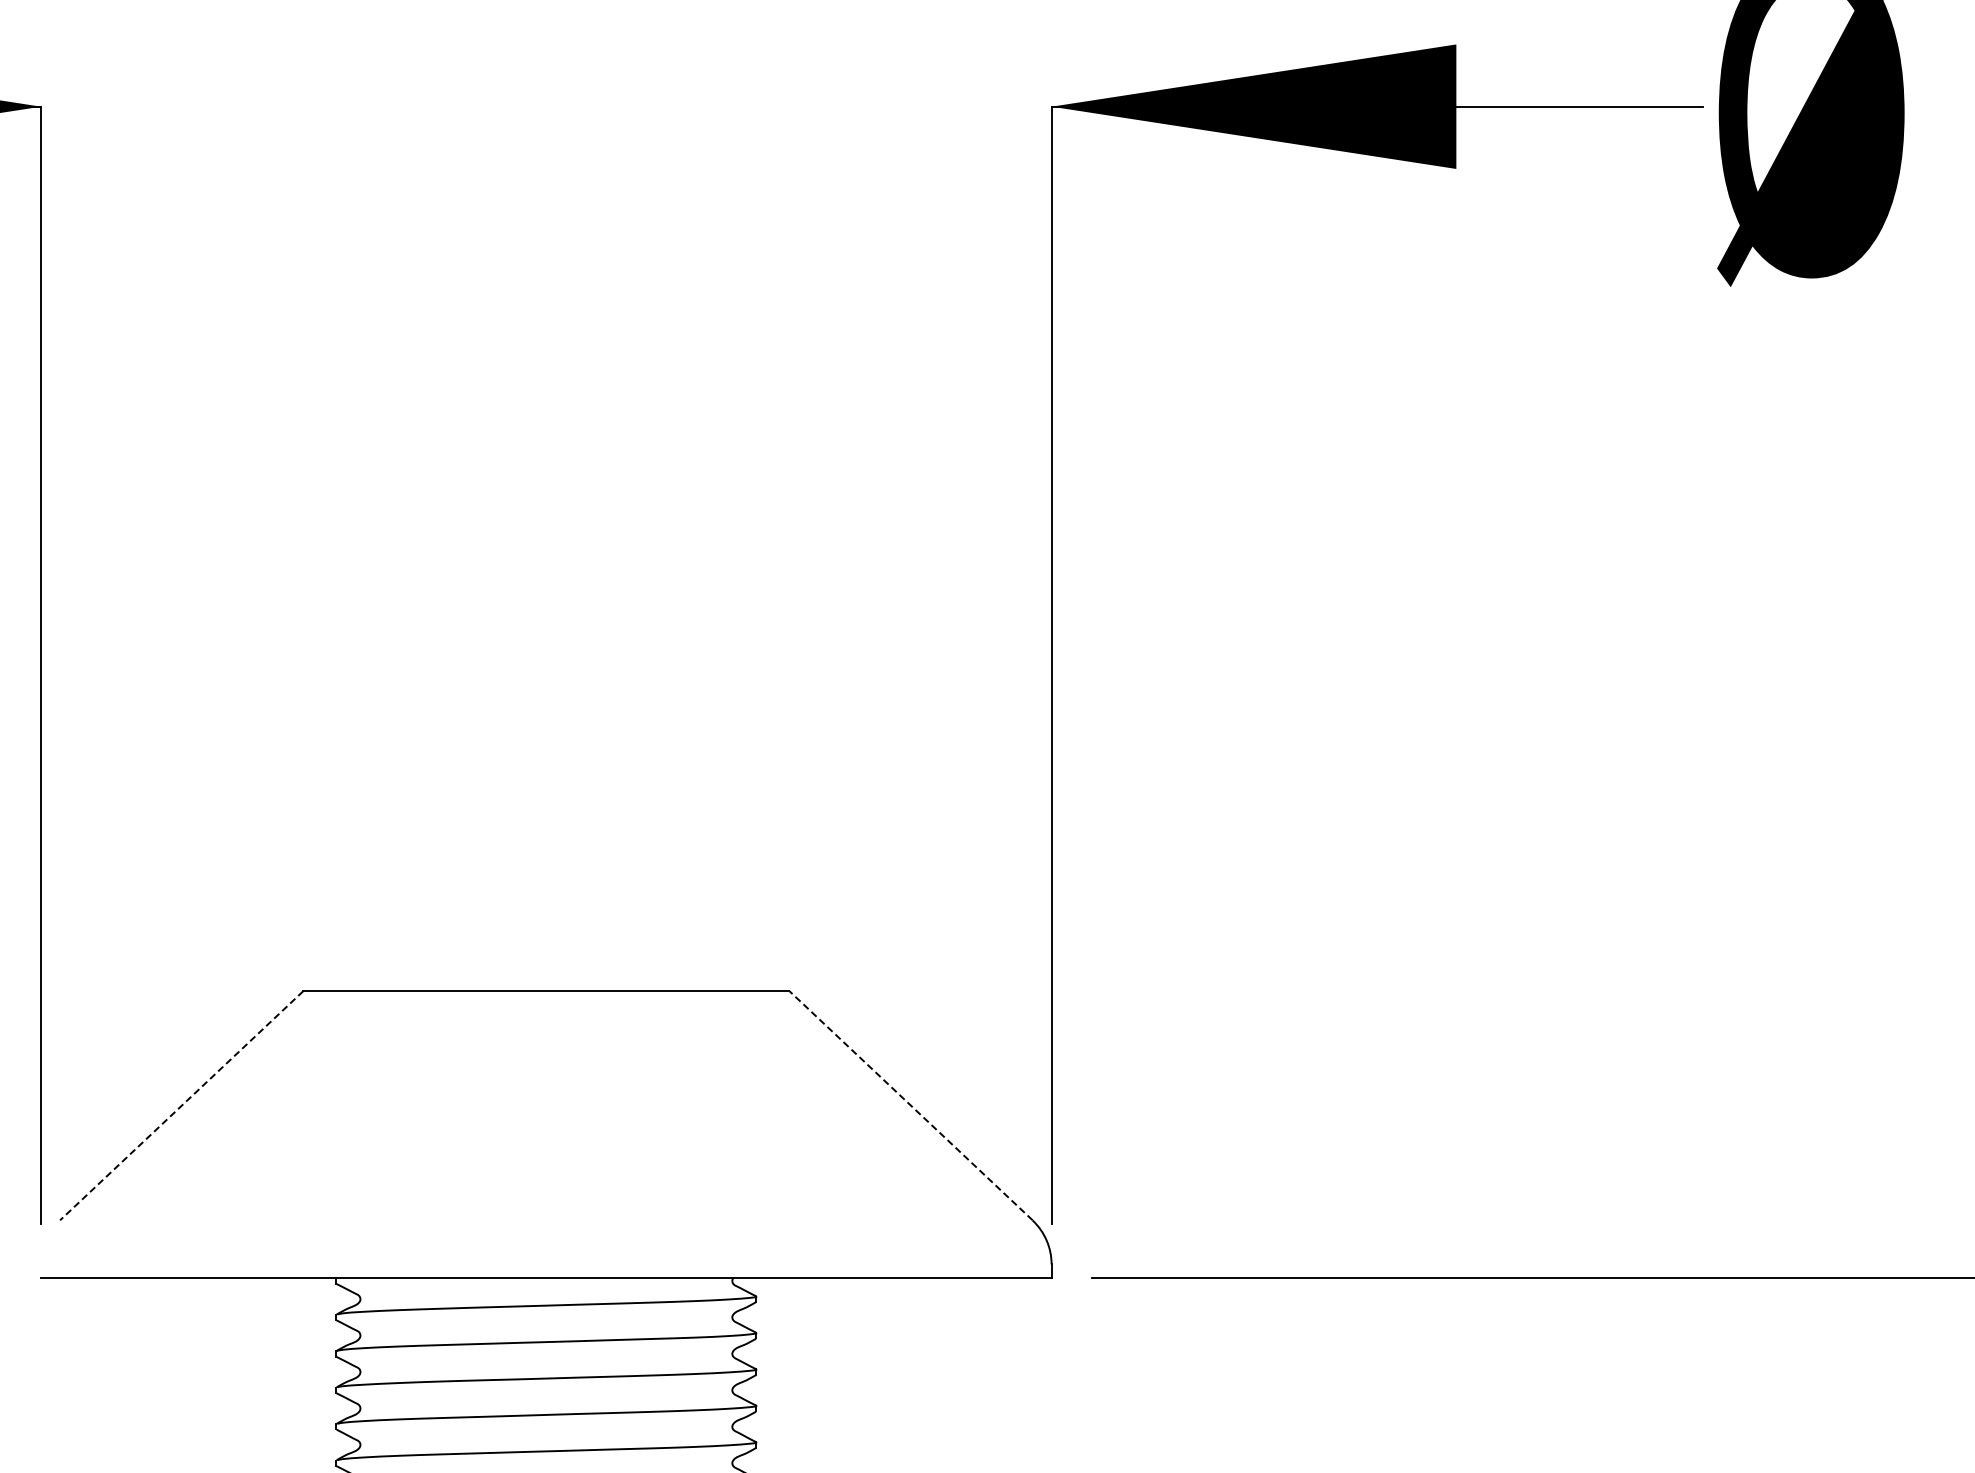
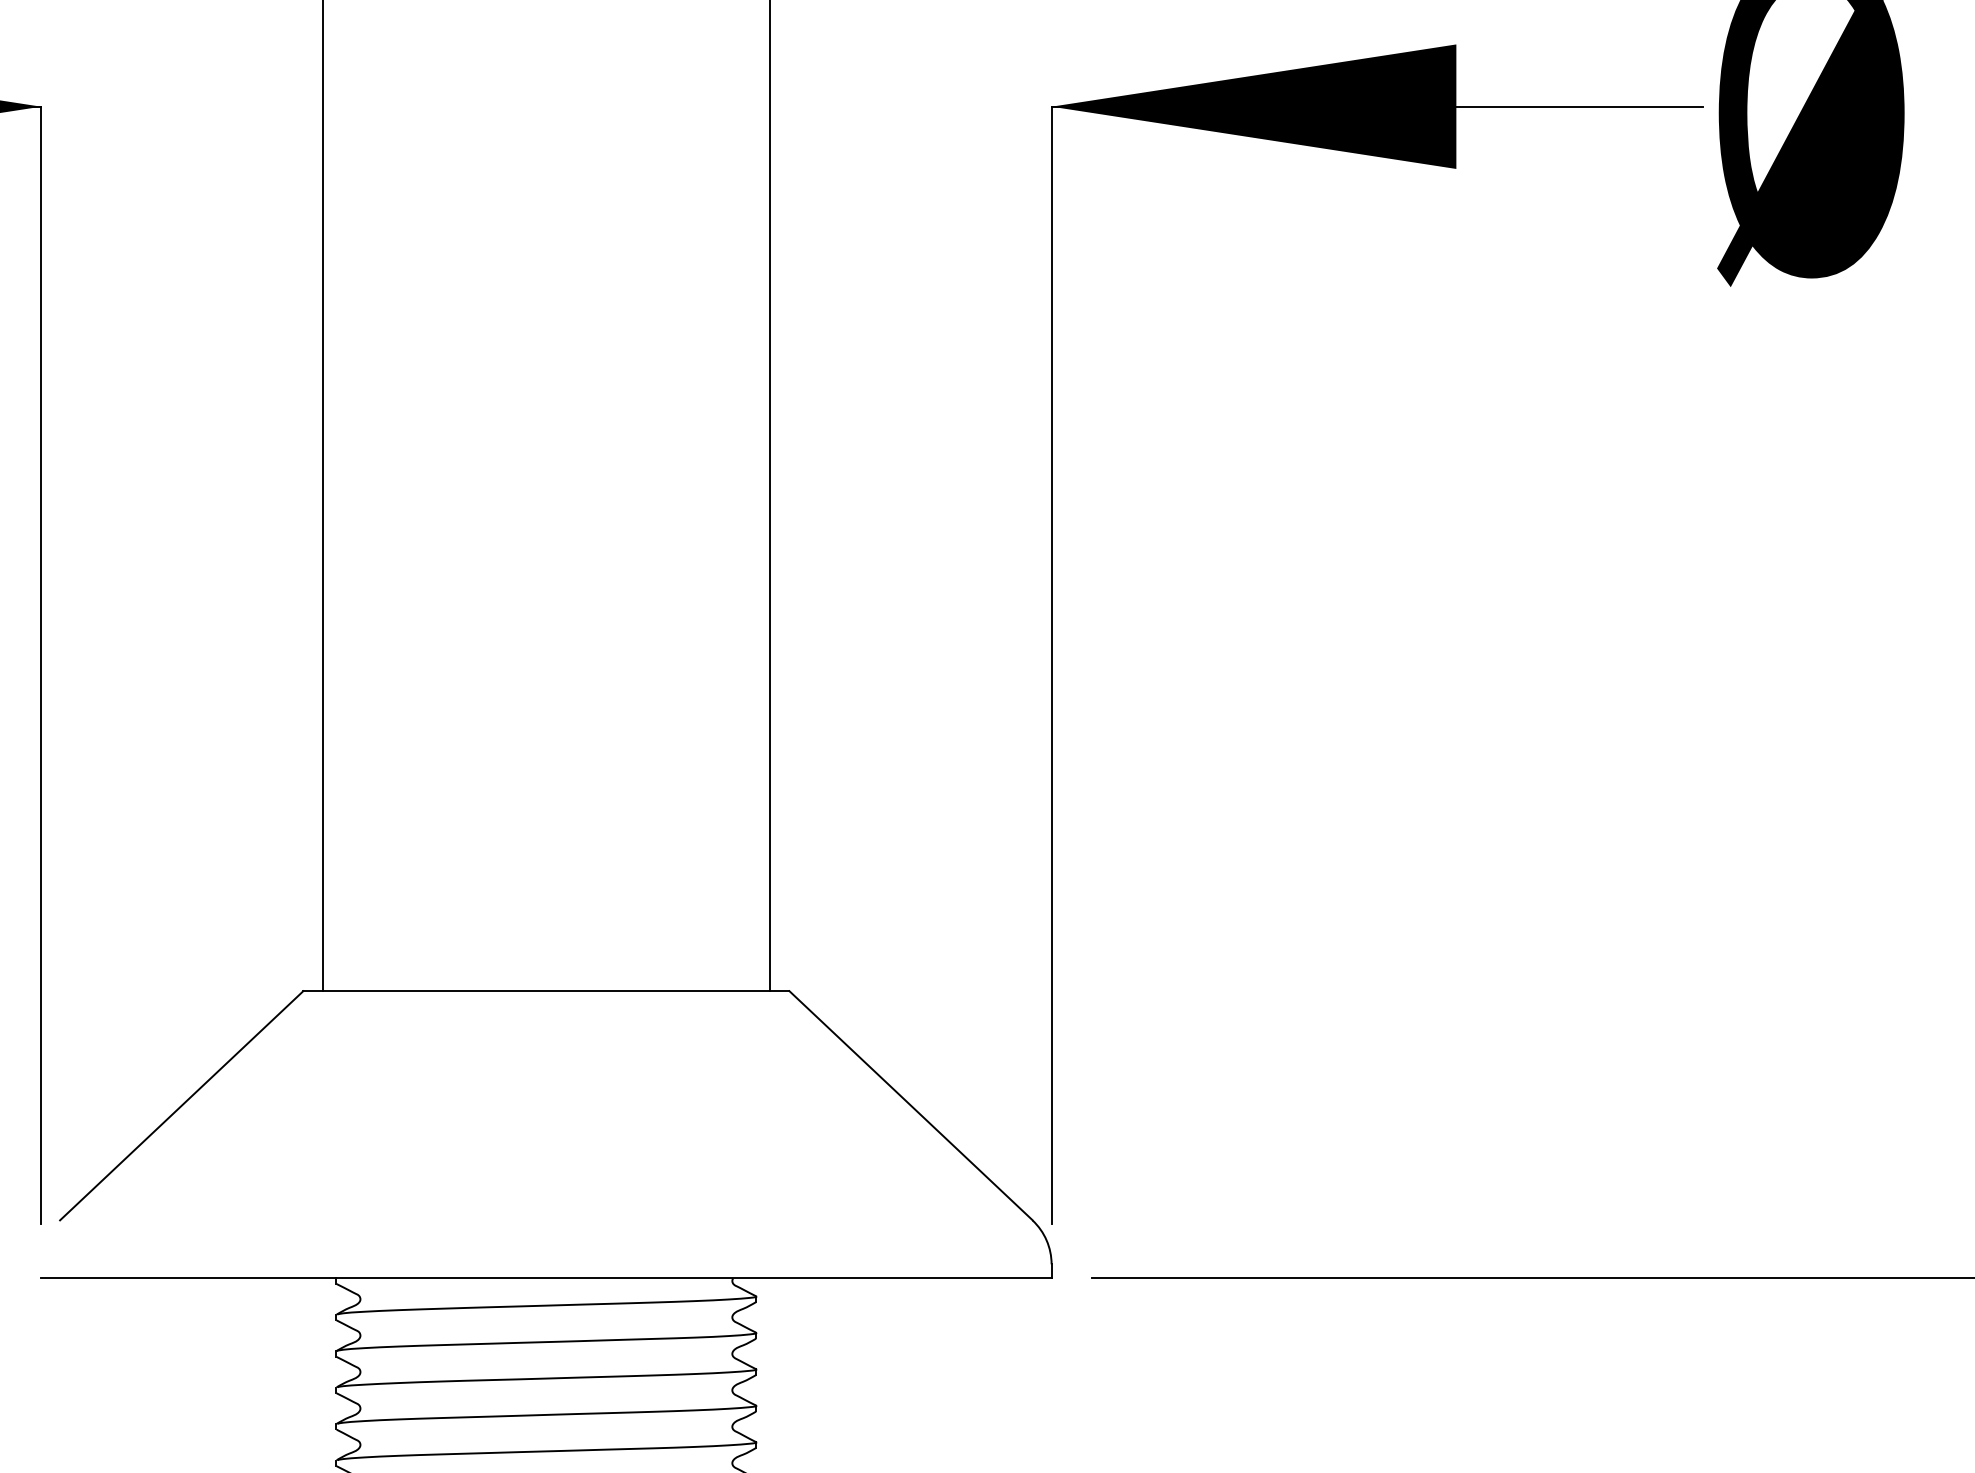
line at (323, 496): none -> present
line at (769, 496): none -> present
line at (910, 1105): dashed -> solid
line at (181, 1106): dashed -> solid
